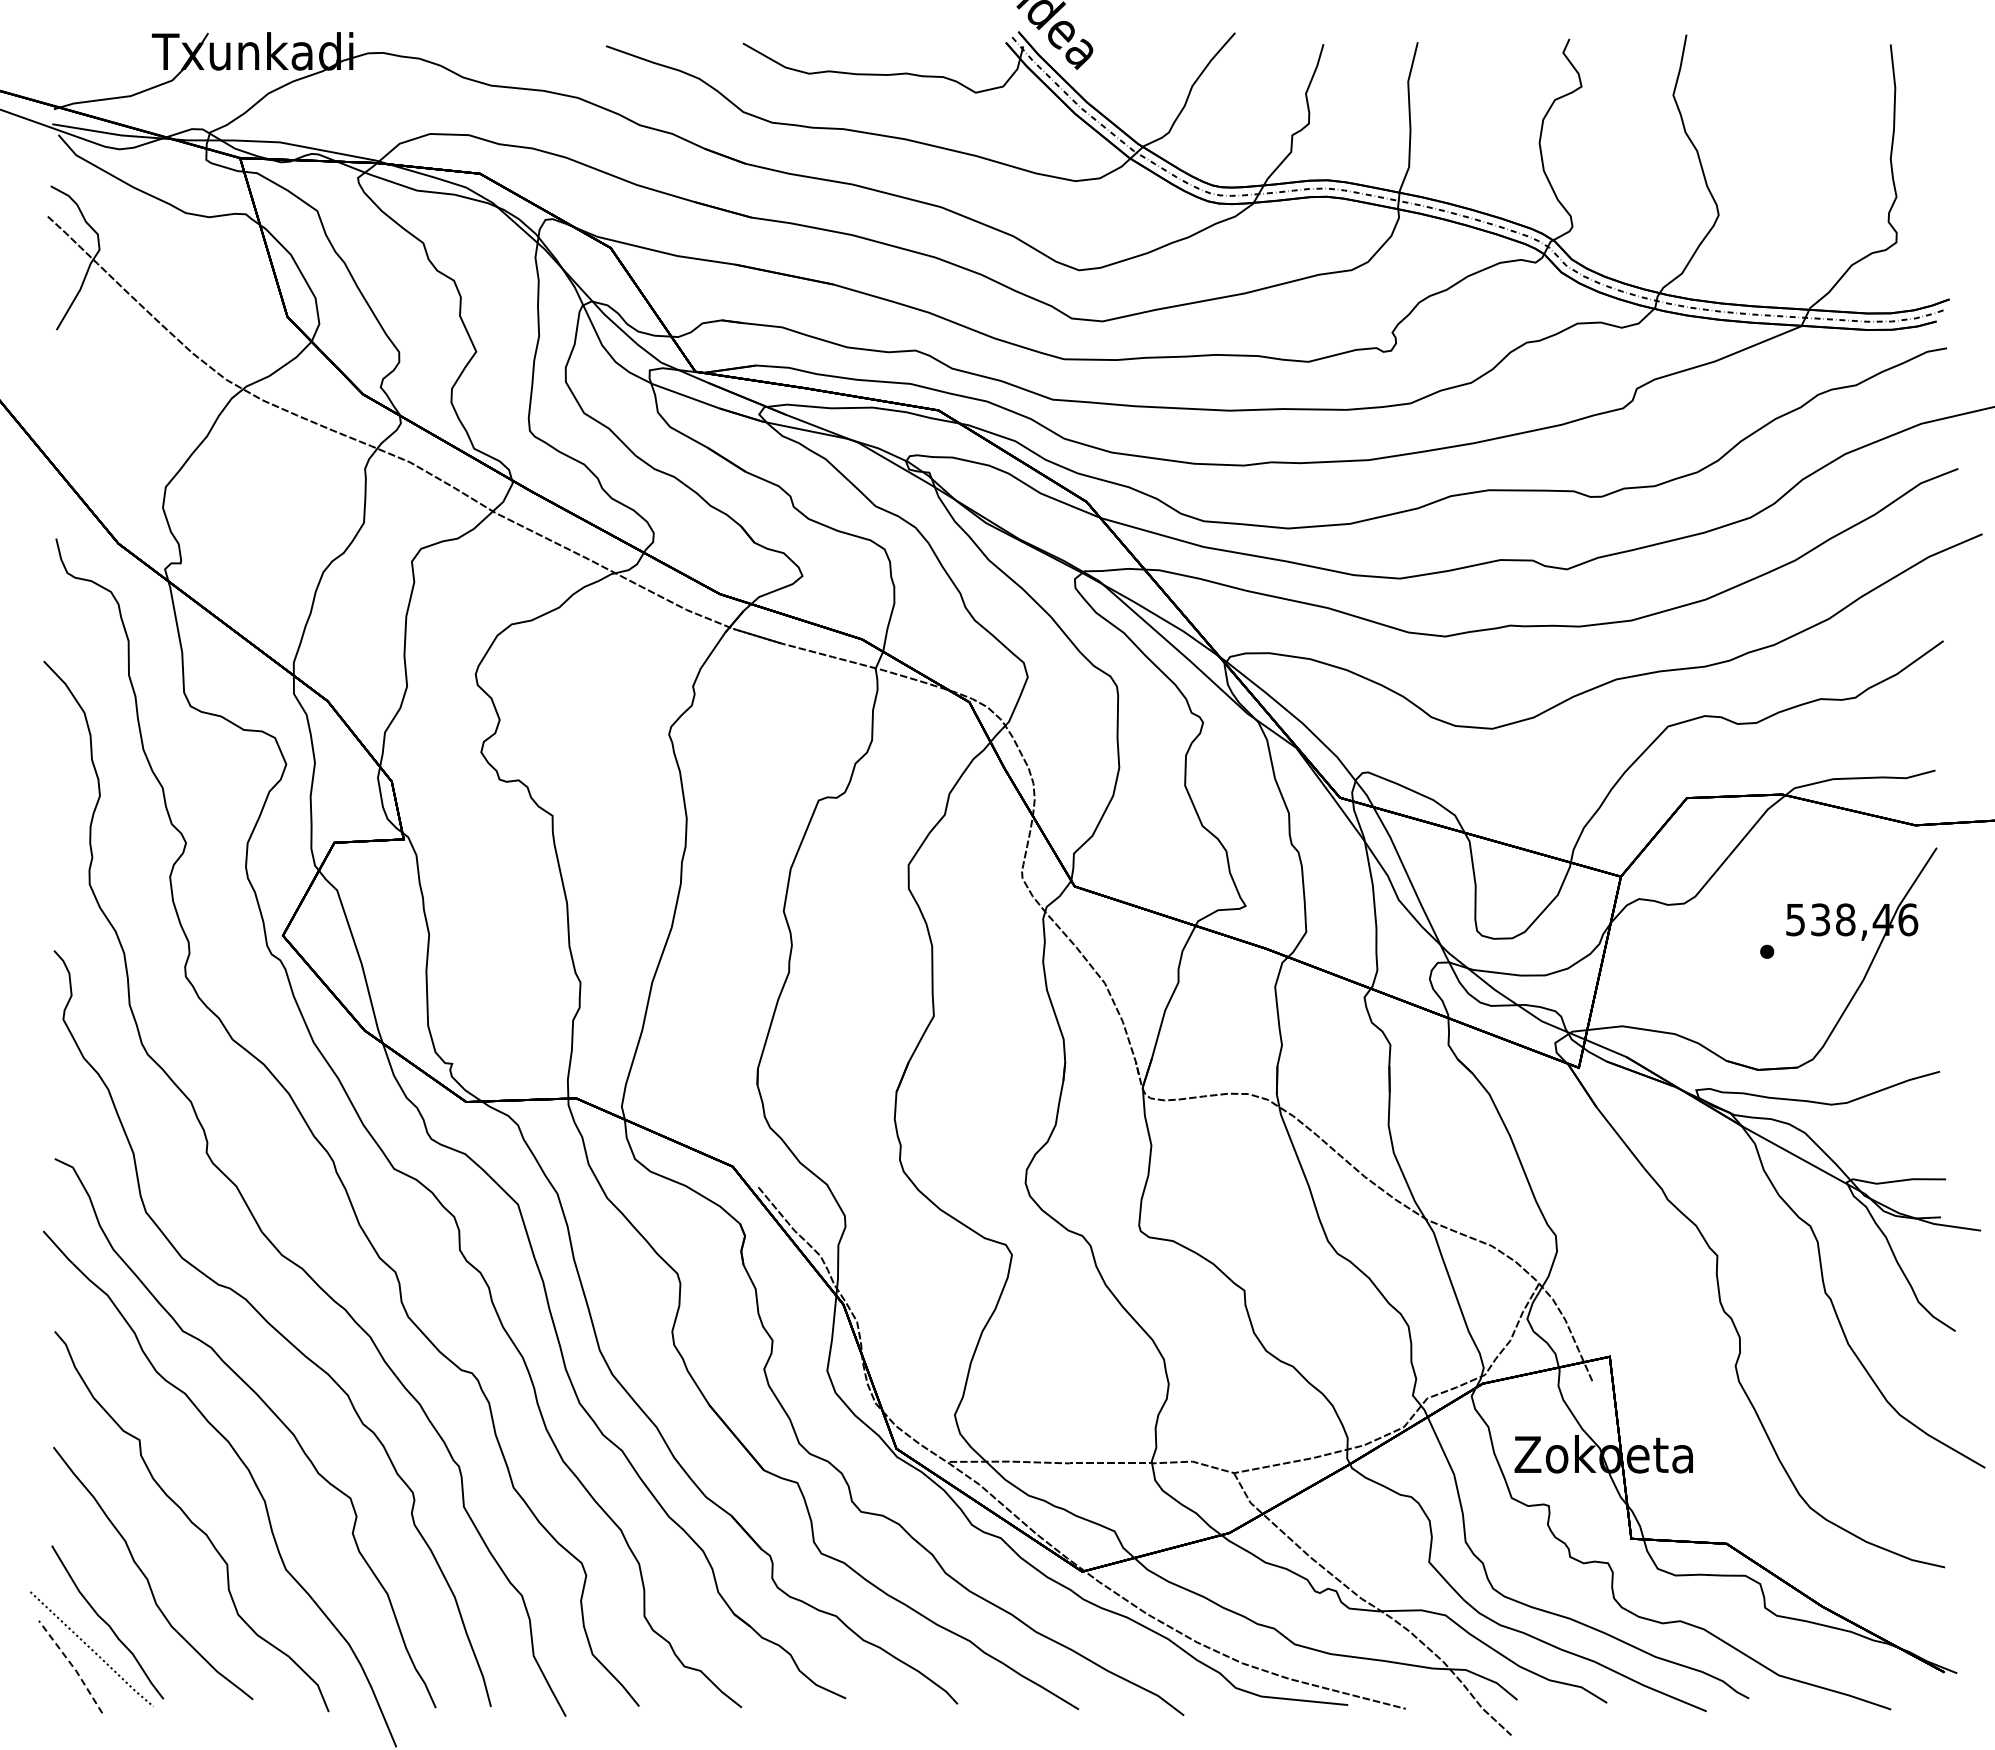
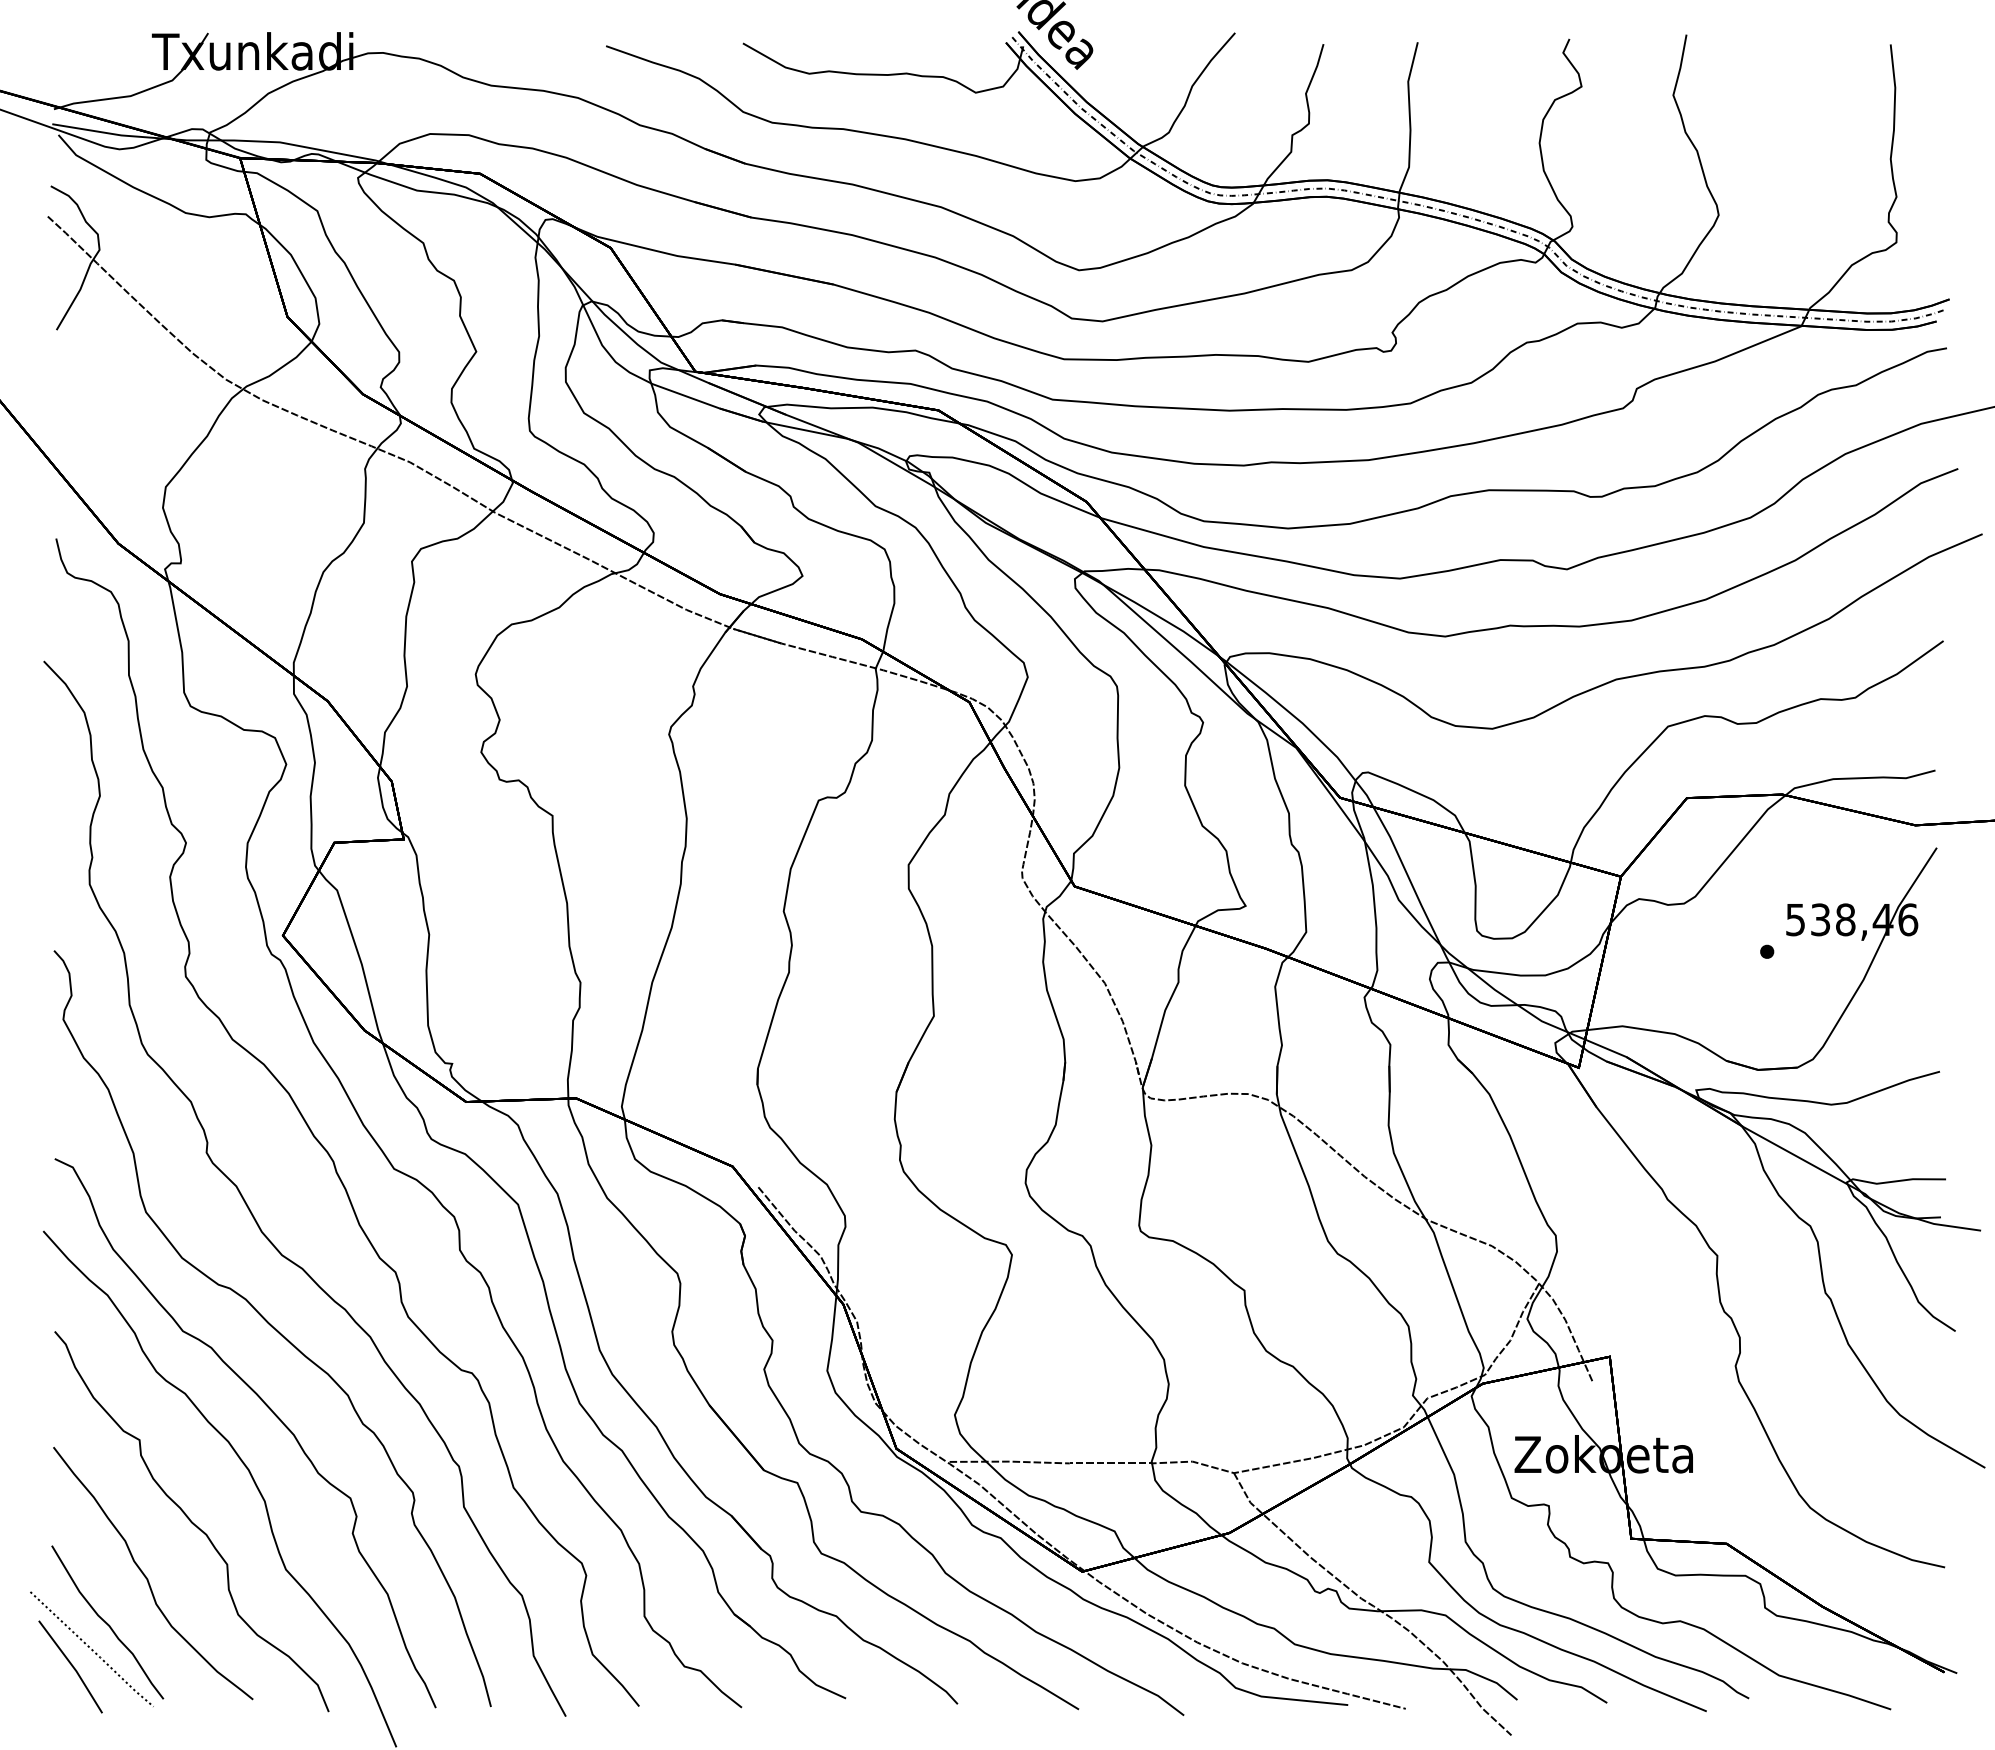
line at (72, 1666): dashed -> solid
